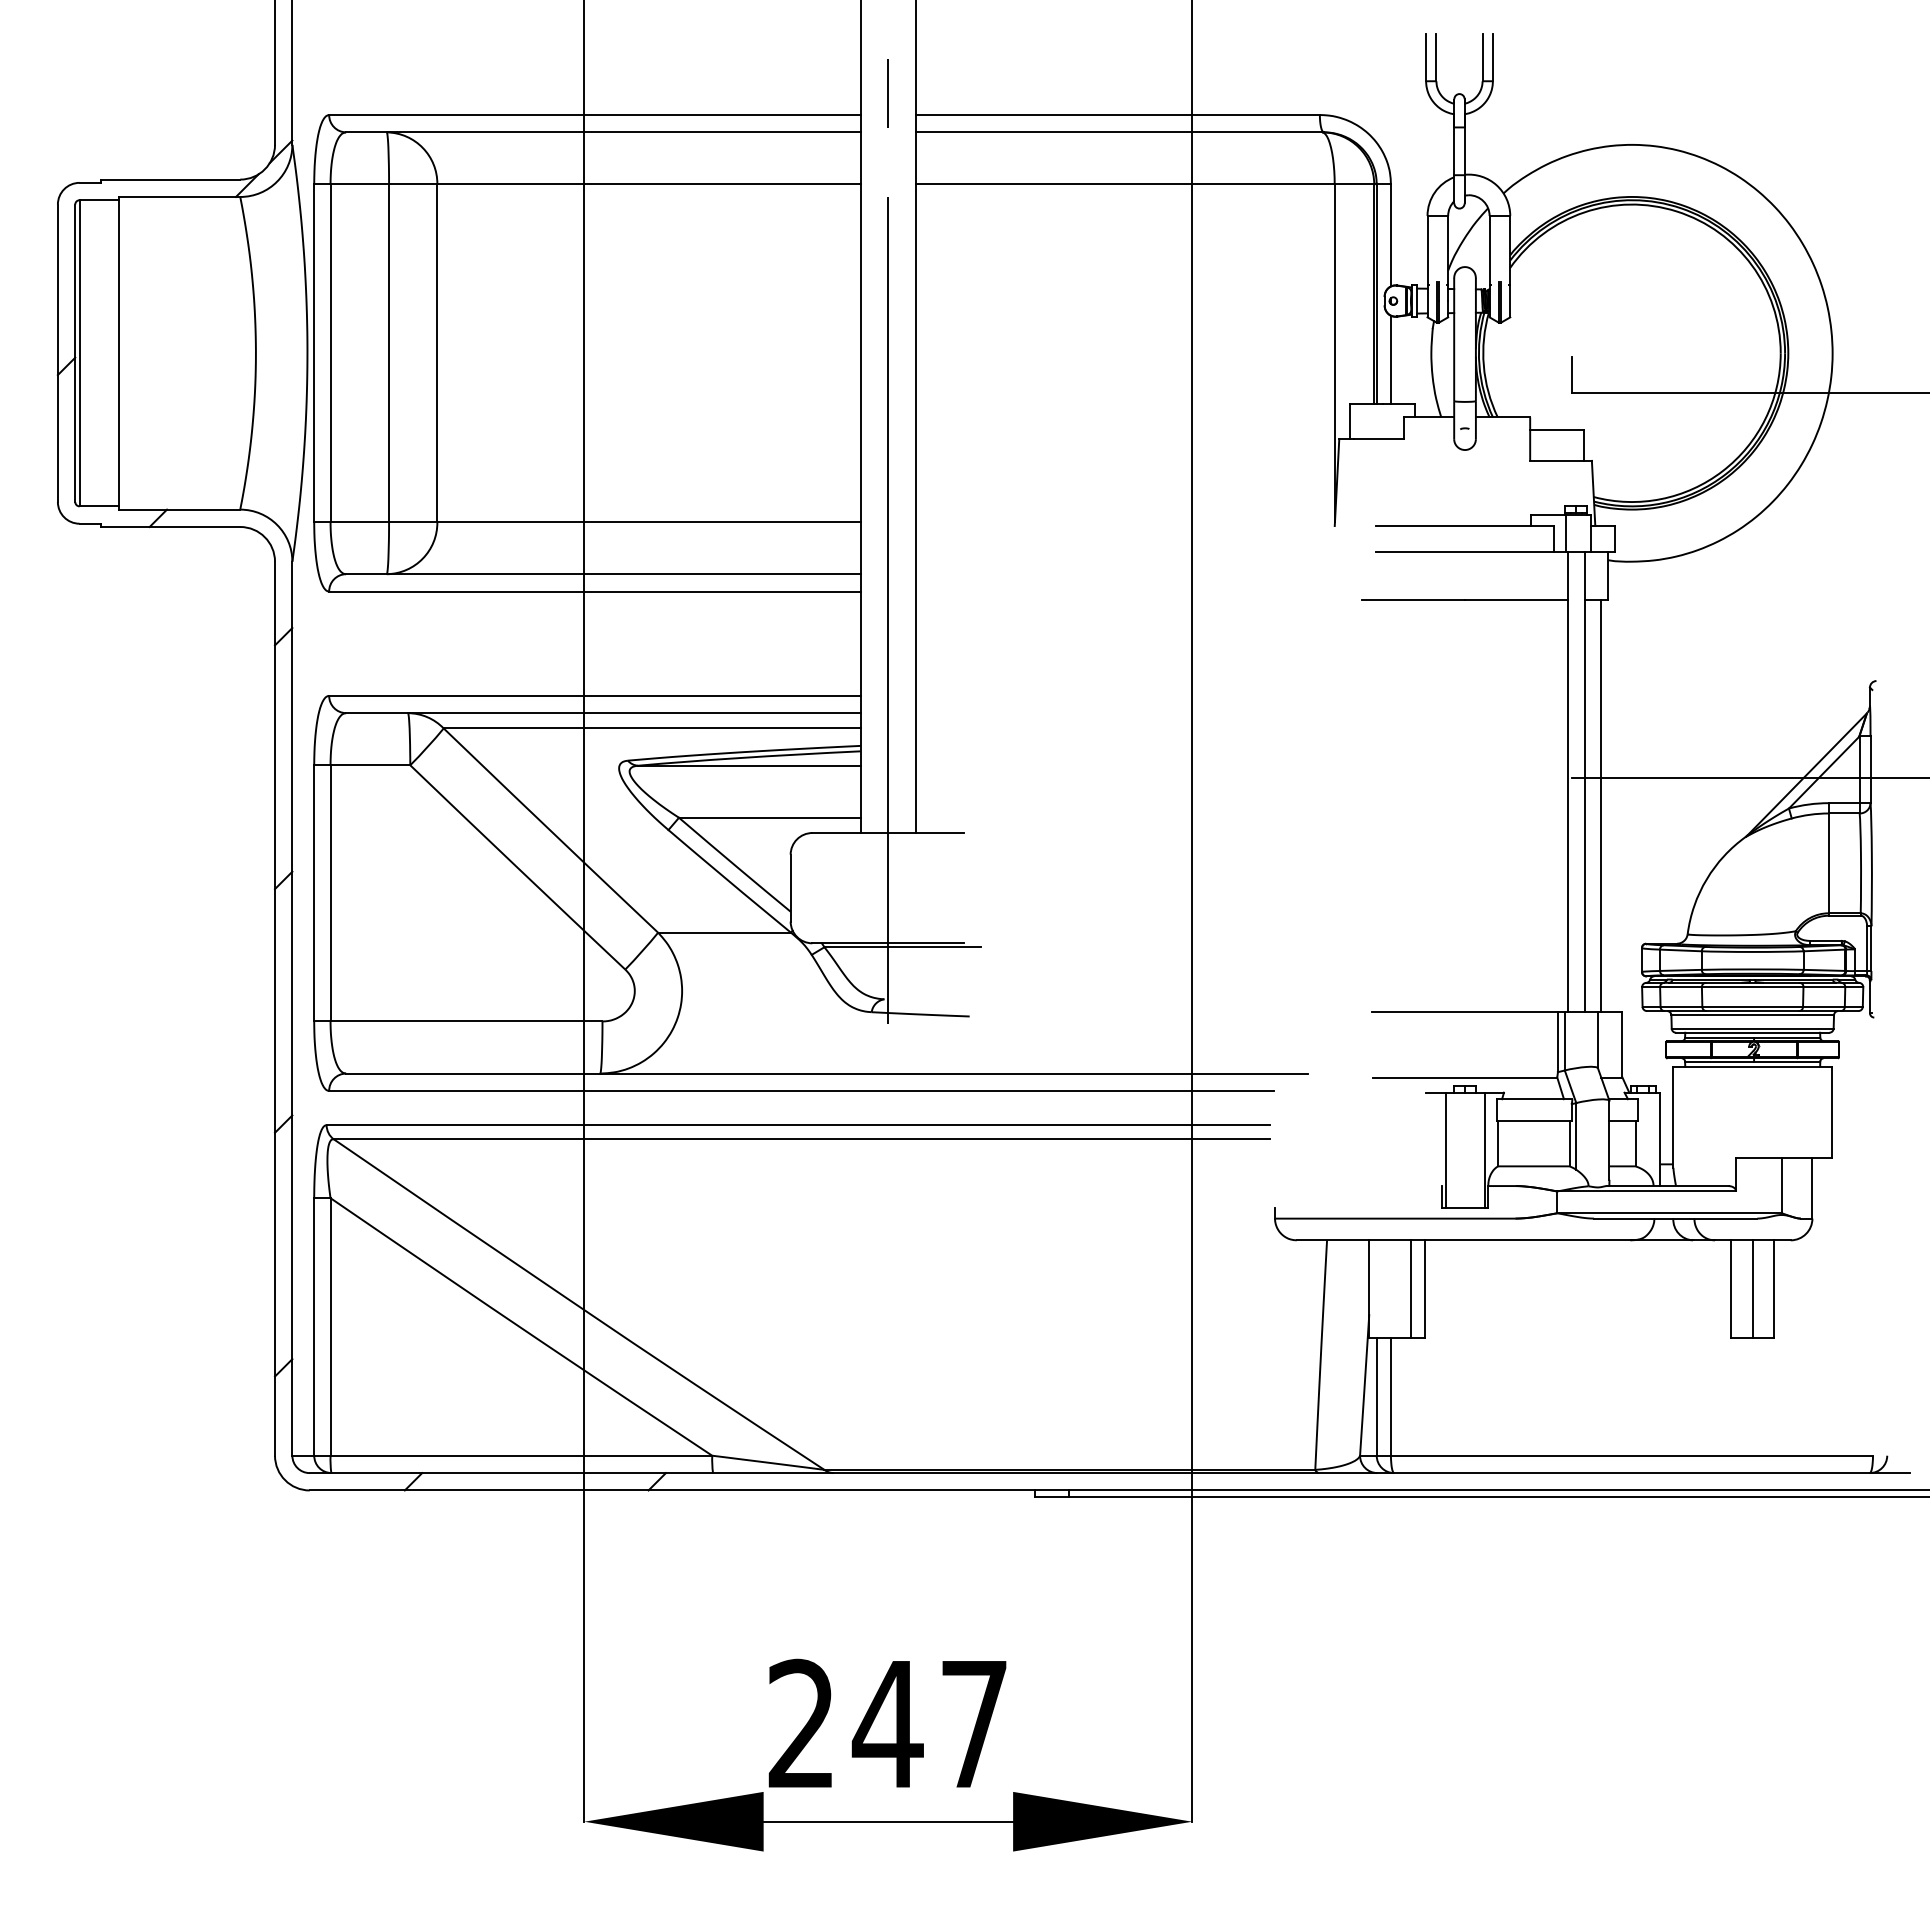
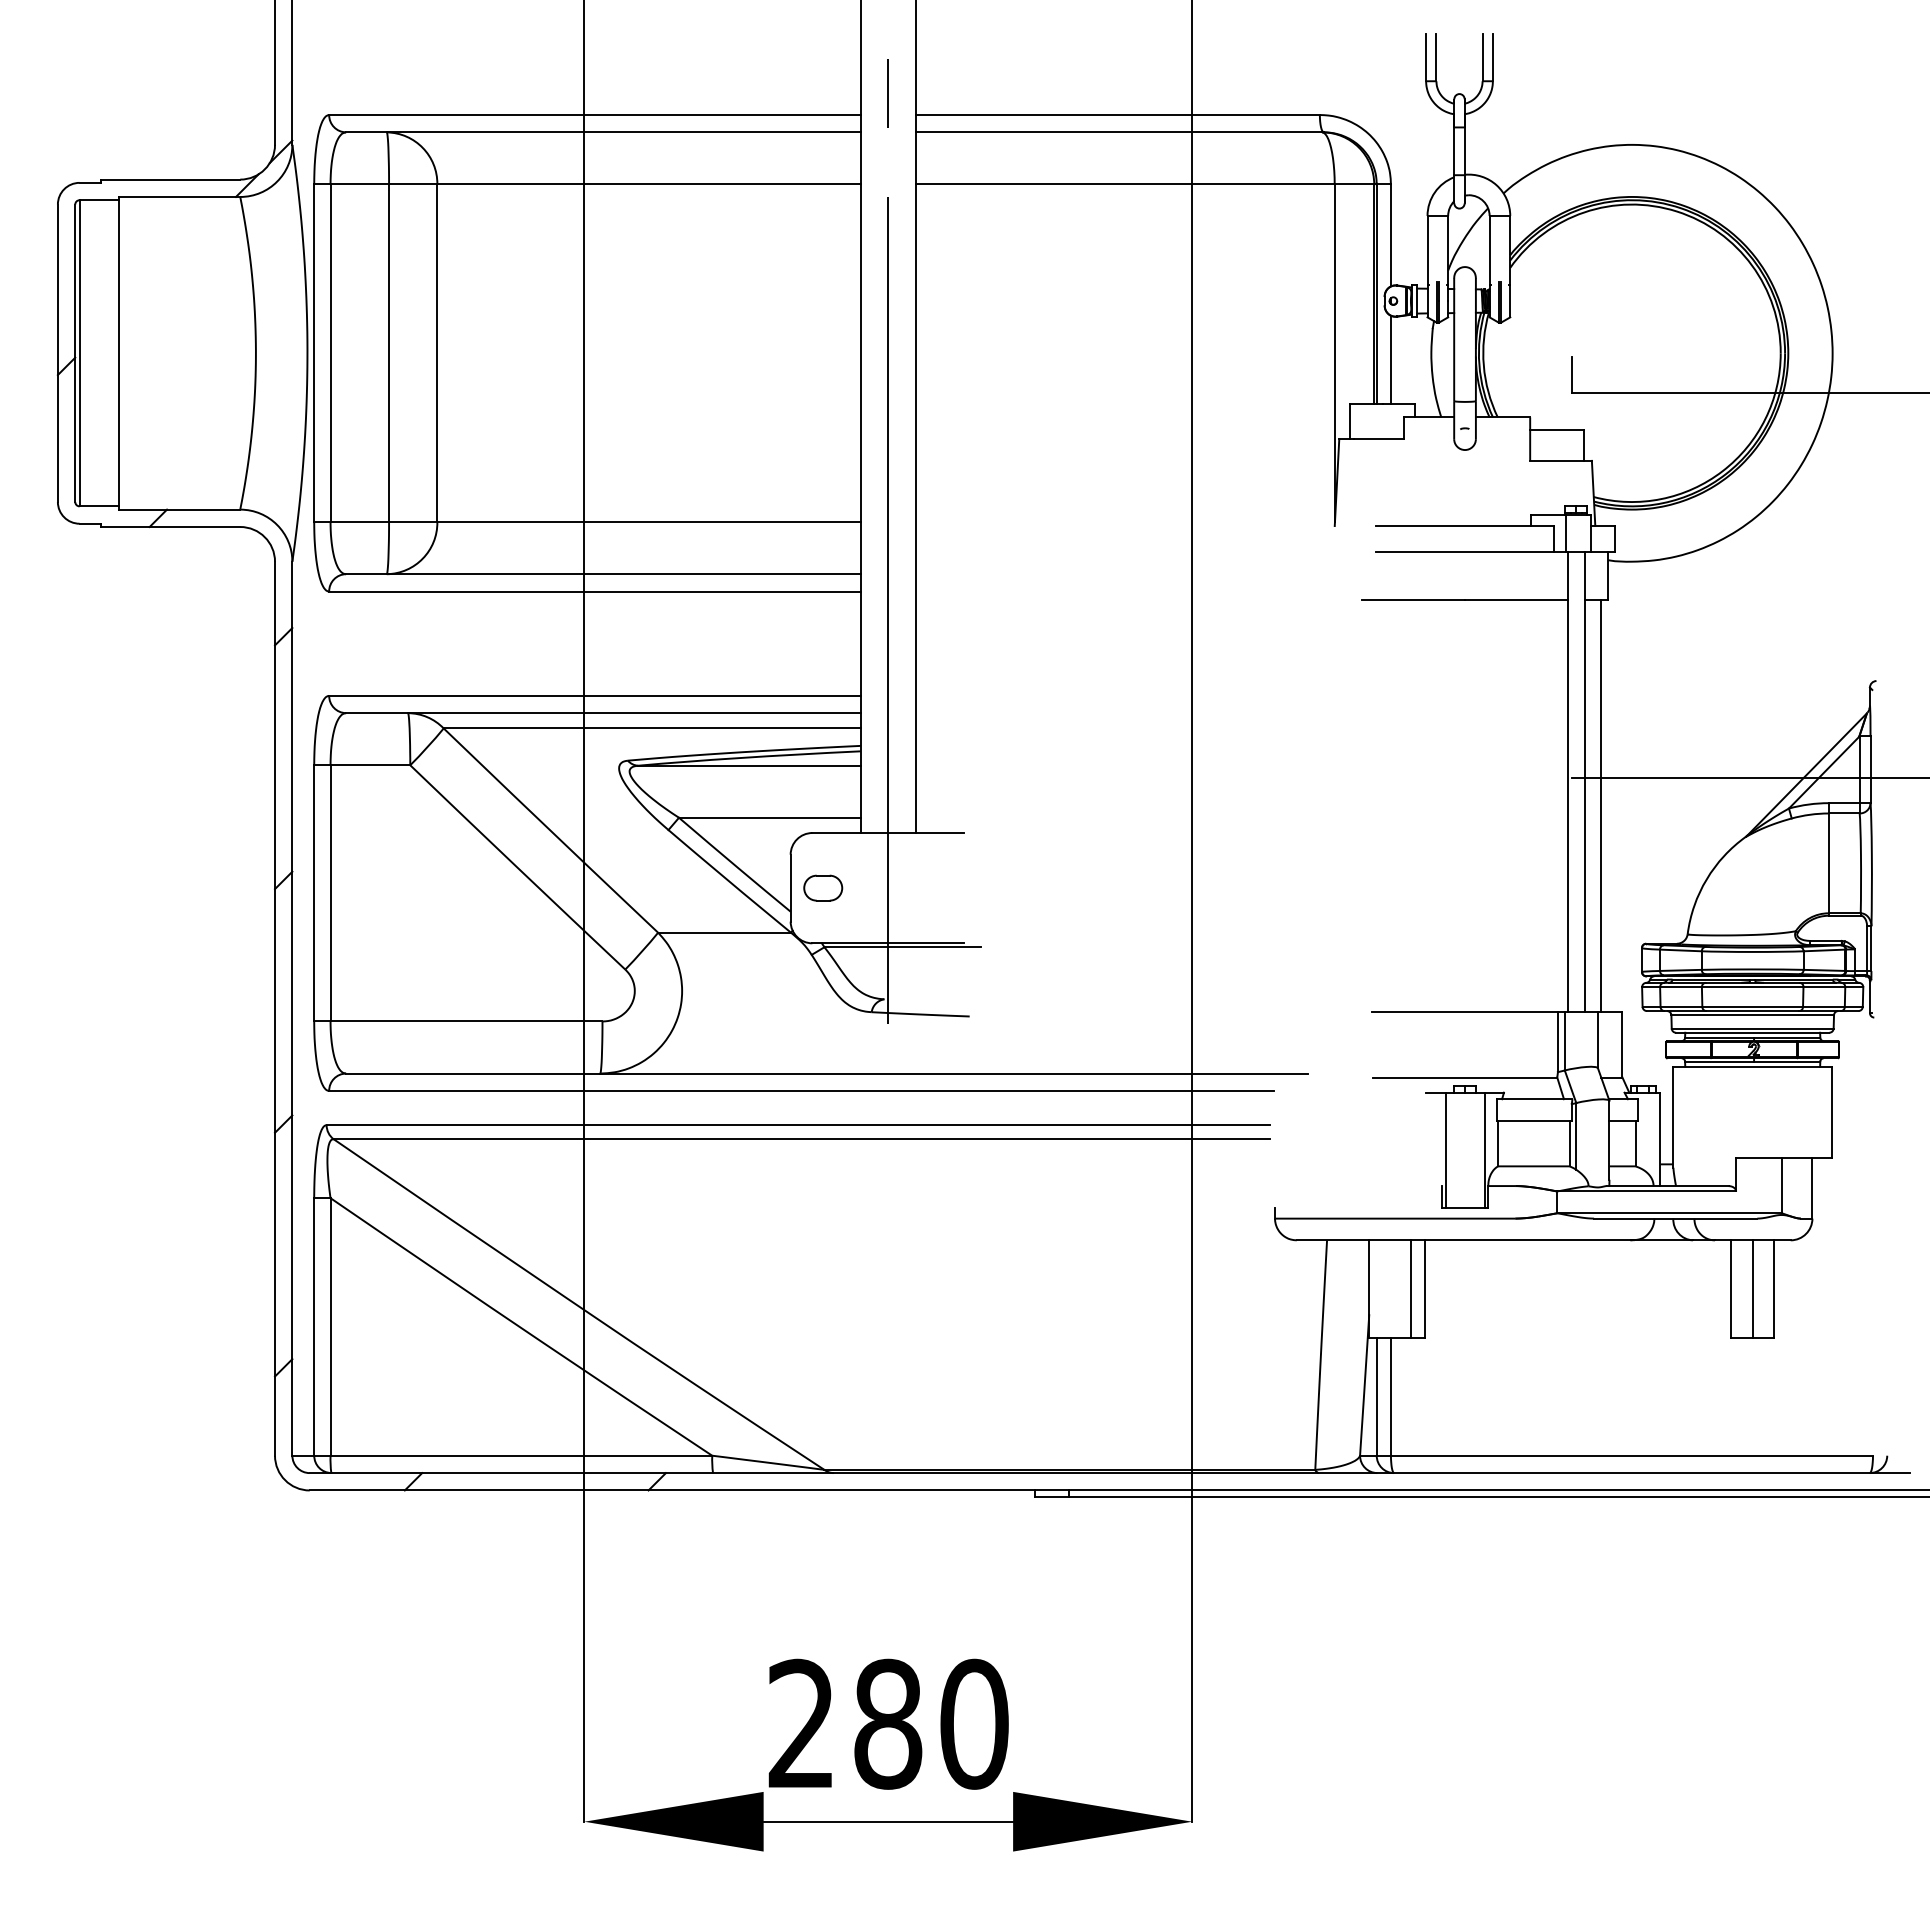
part at (823, 887): none -> present
text at (929, 1723): 247 -> 280
